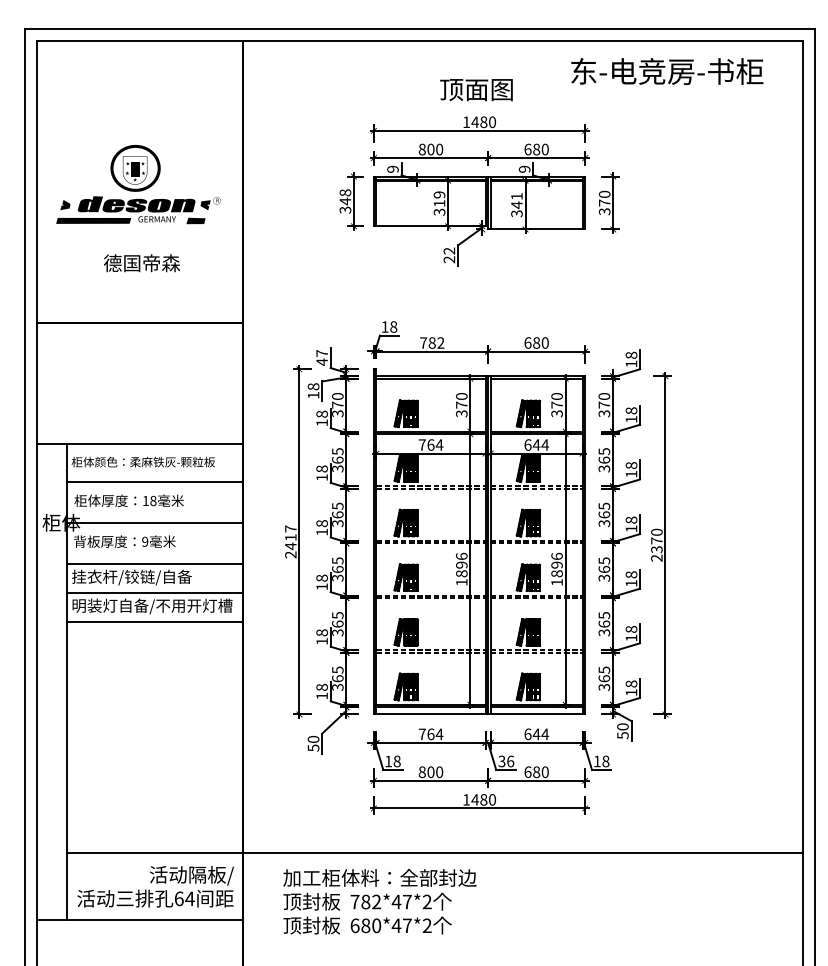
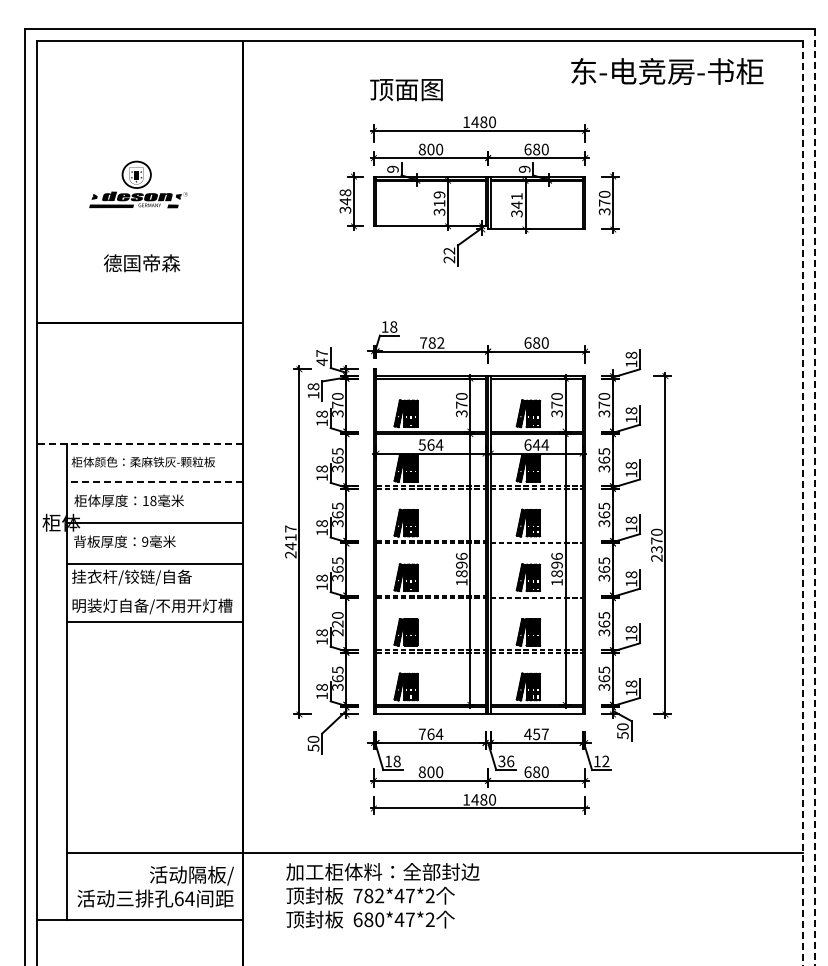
text at (476, 90) position: (476, 90) -> (406, 90)
part at (138, 184) size: 165x81 px -> 99x49 px
line at (139, 443): solid -> dashed
text at (421, 444): 764 -> 564
line at (154, 482): solid -> dashed
line at (815, 497): solid -> dashed
line at (803, 503): solid -> dashed
line at (536, 540): present -> none
line at (154, 592): present -> none
line at (536, 595): present -> none
text at (337, 624): 365 -> 220
text at (536, 734): 644 -> 457
text at (605, 761): 18 -> 12
text at (379, 901) position: (379, 901) -> (382, 895)
